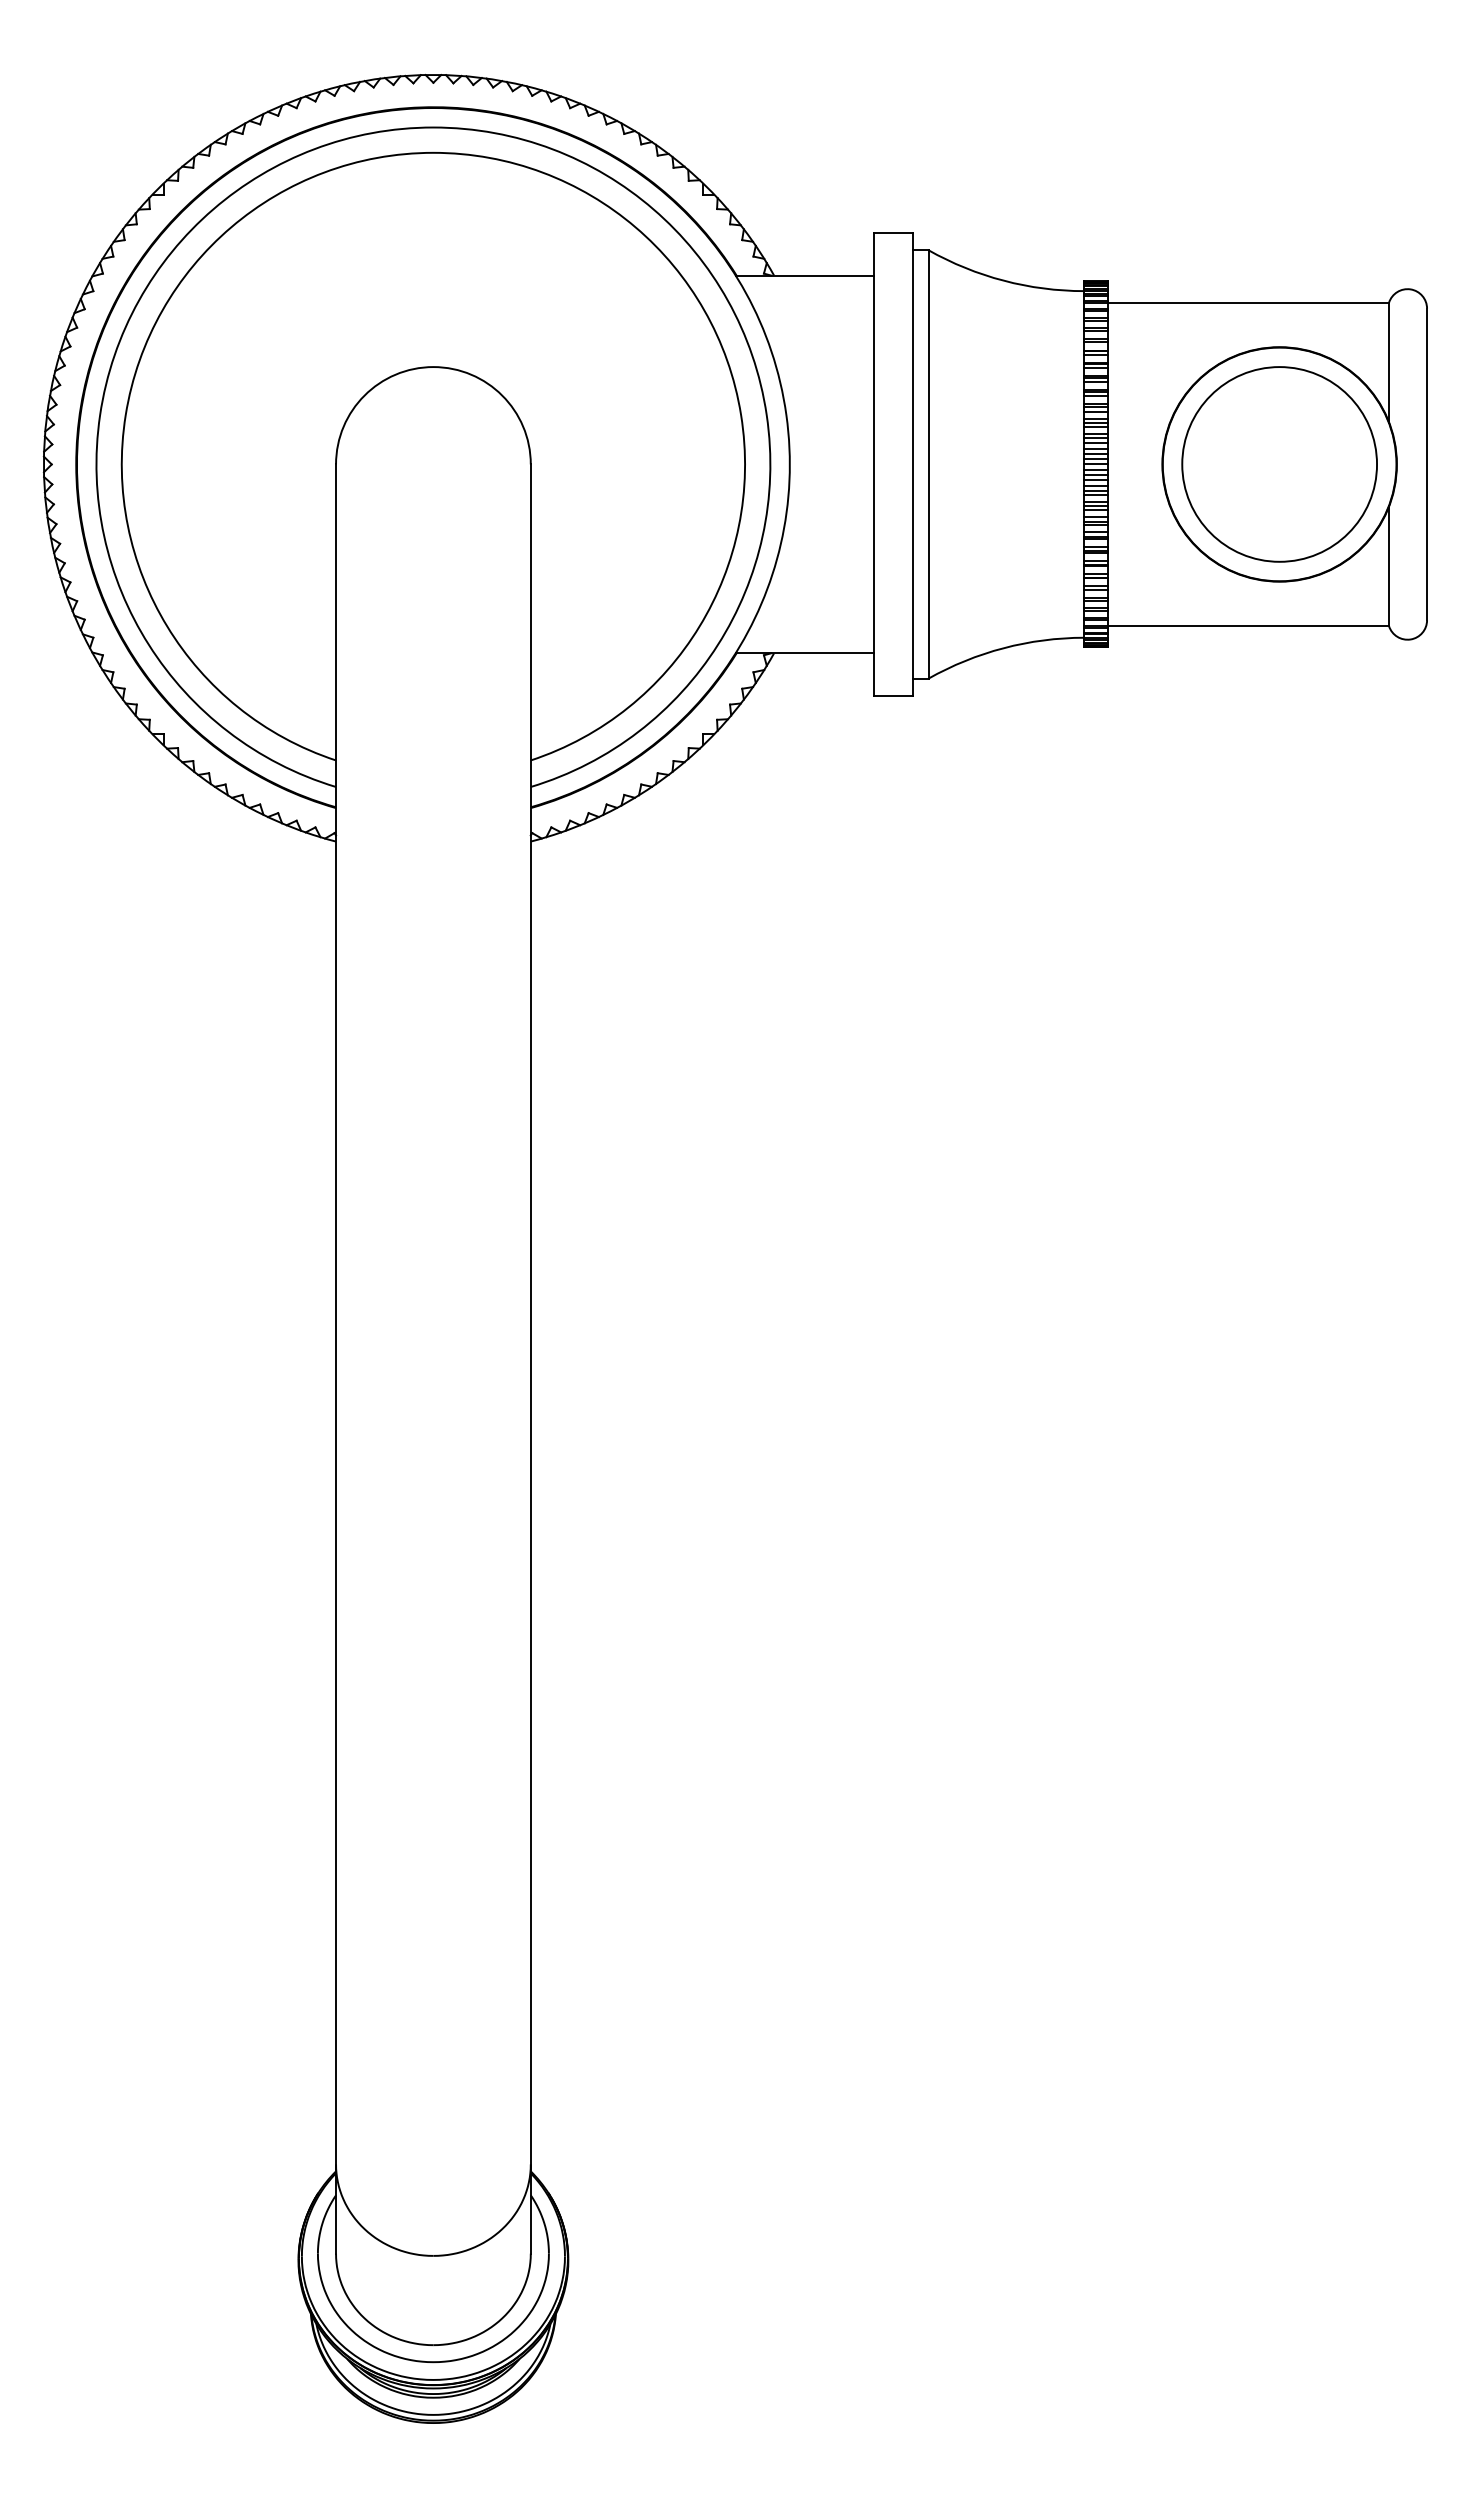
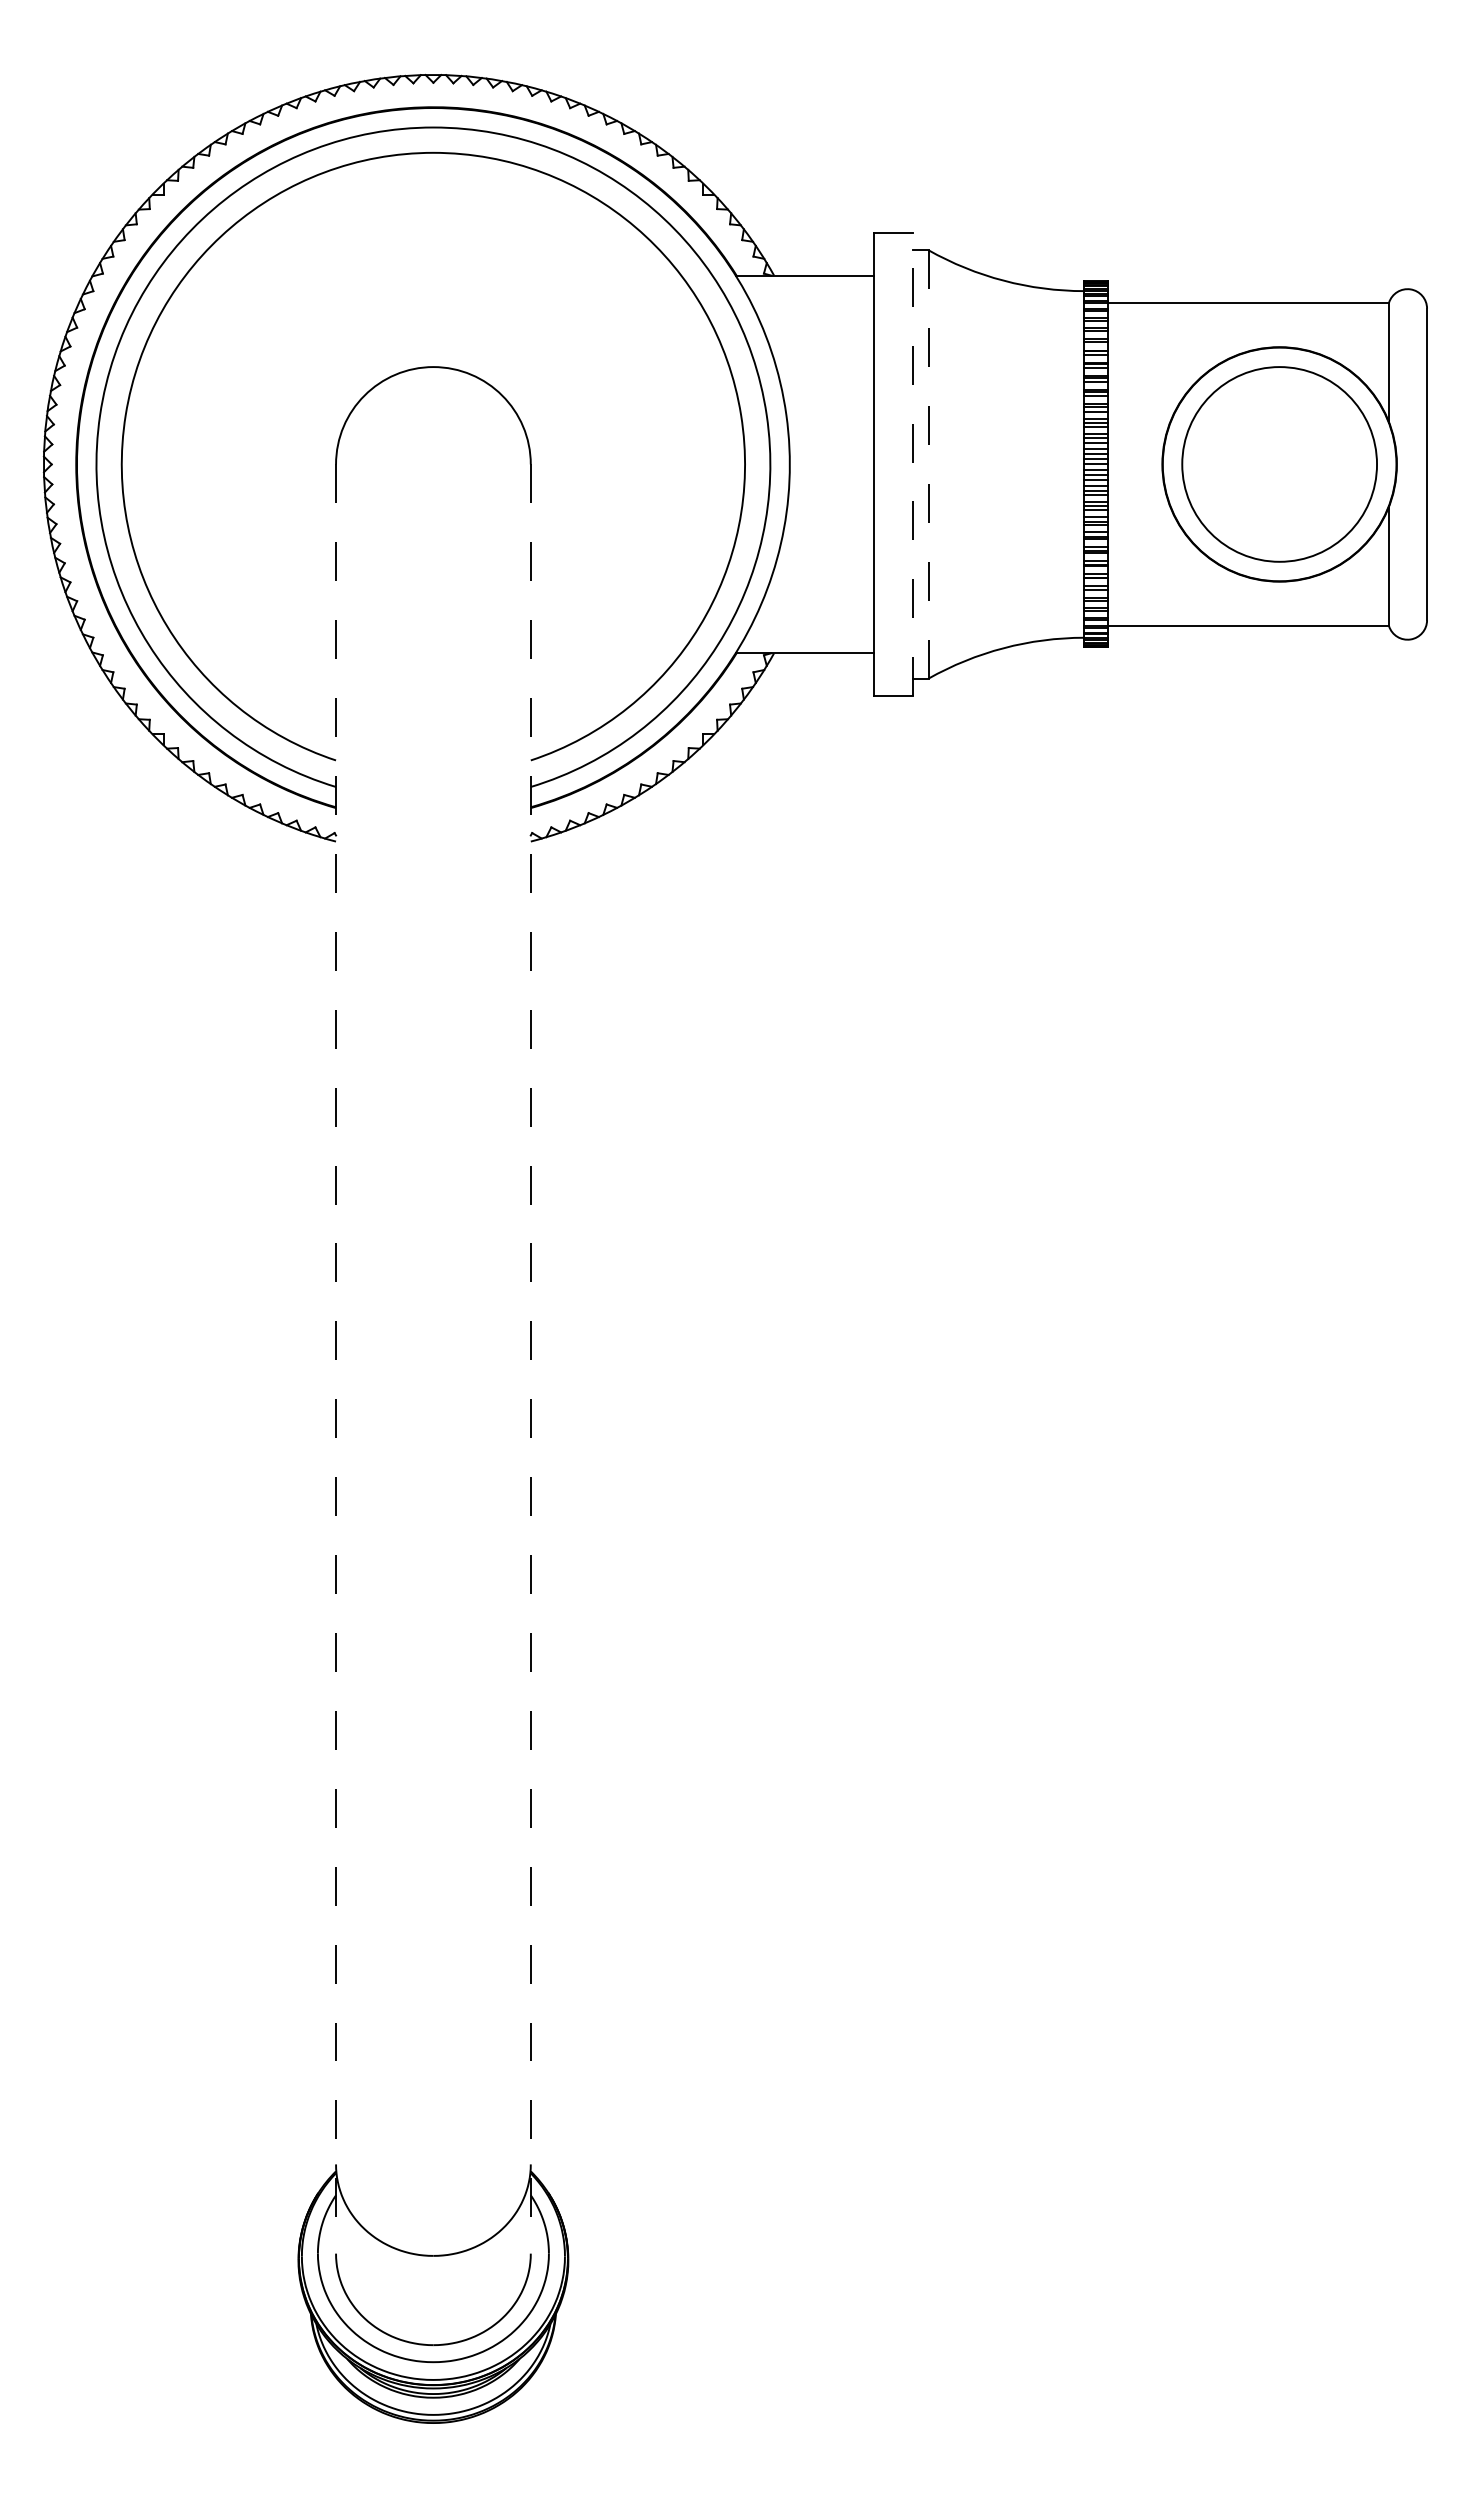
line at (928, 463): solid -> dashed
line at (912, 464): solid -> dashed
line at (336, 1359): solid -> dashed
line at (530, 1359): solid -> dashed
